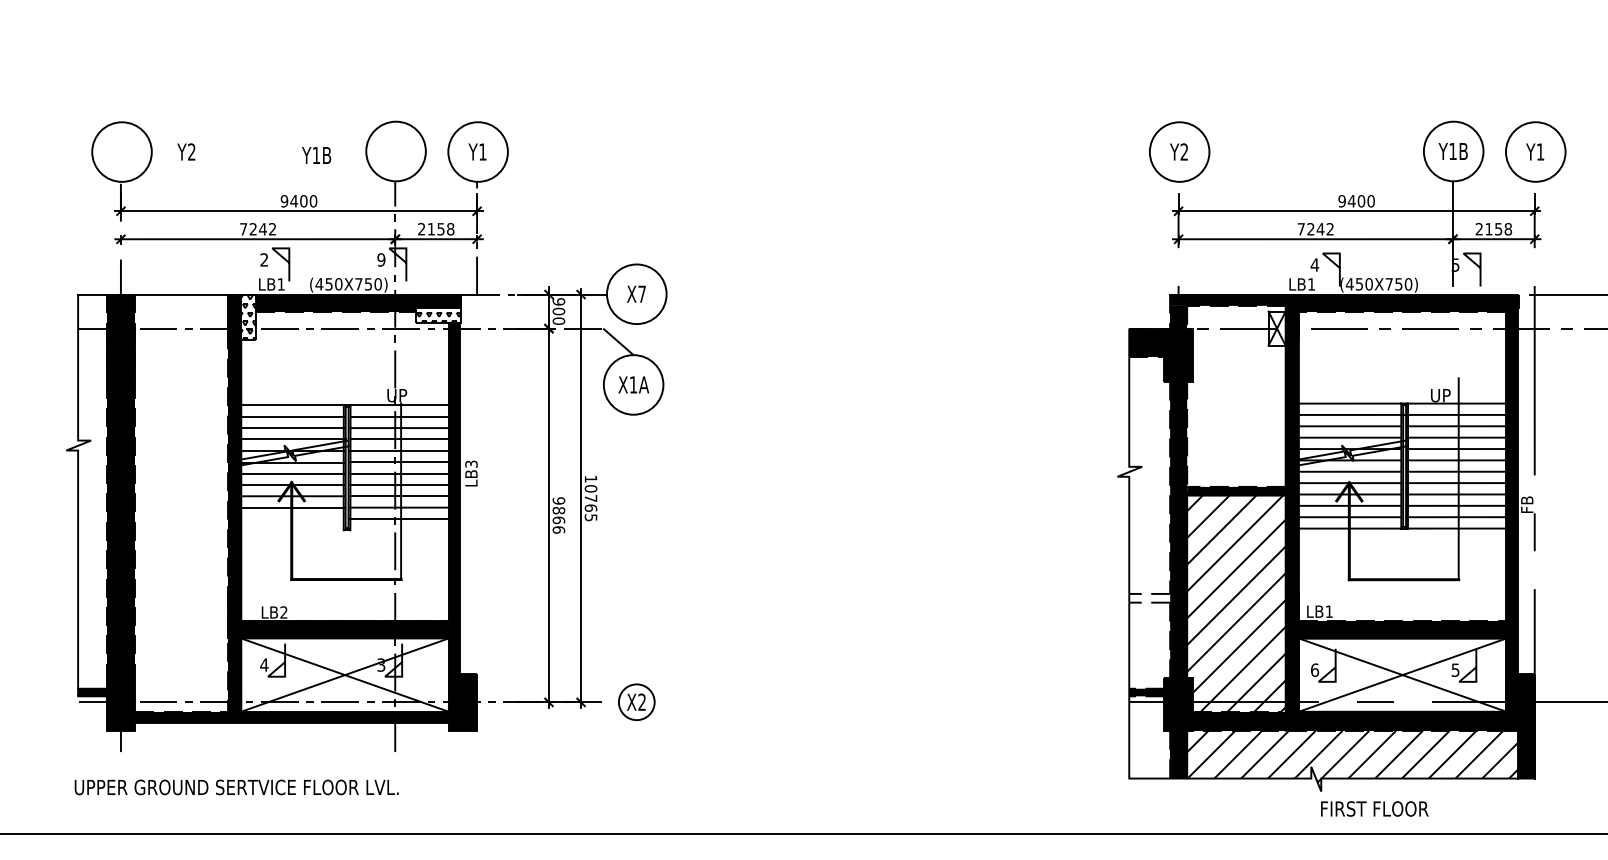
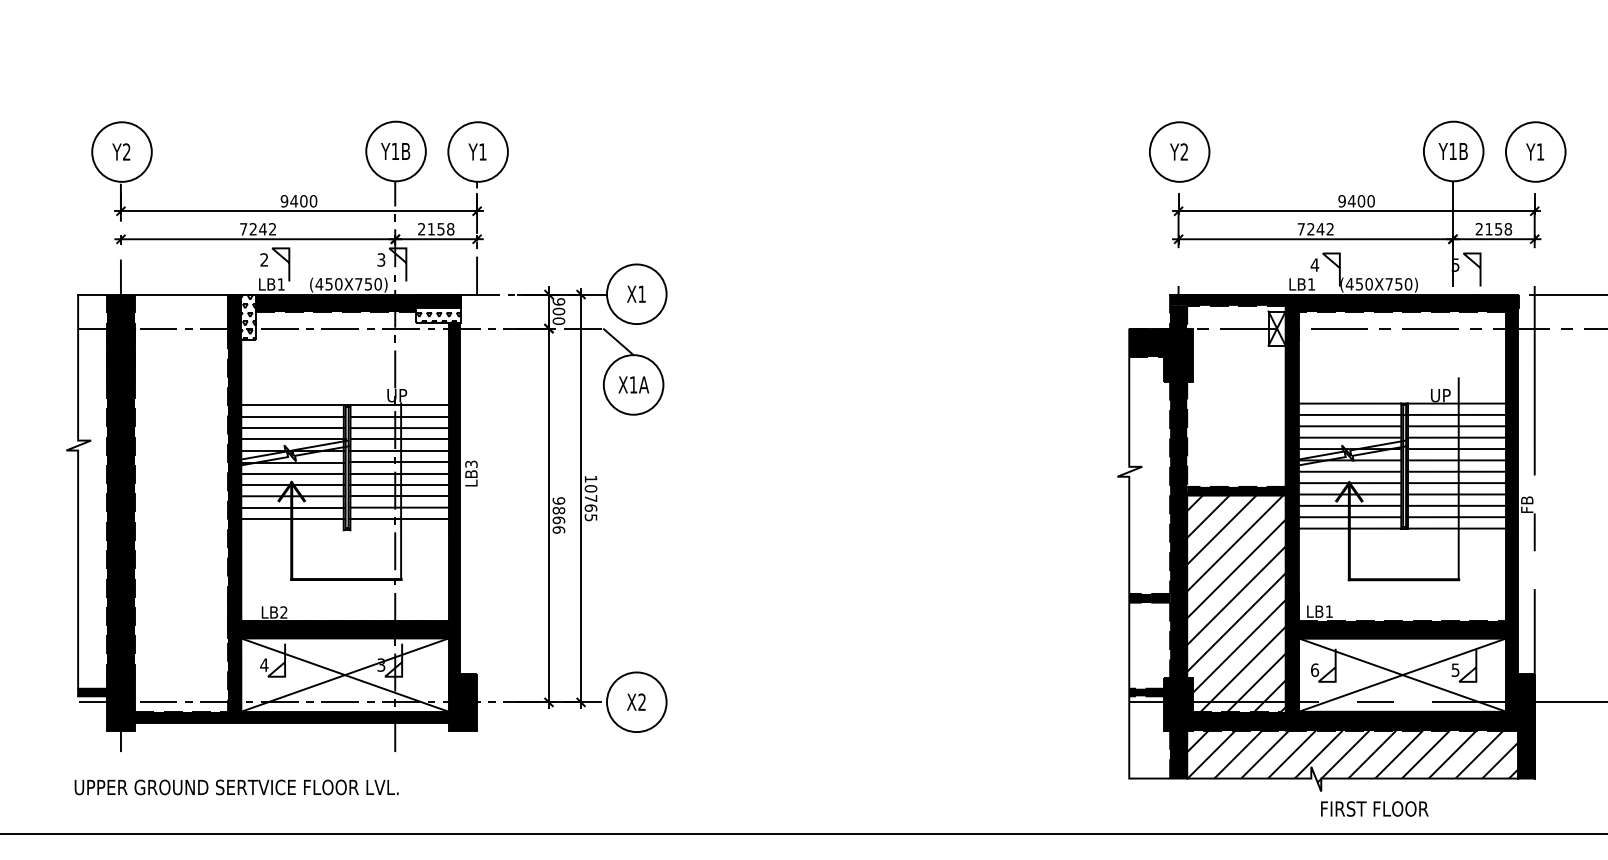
text at (186, 151) position: (186, 151) -> (121, 151)
text at (316, 155) position: (316, 155) -> (395, 151)
text at (381, 259): 9 -> 3
text at (641, 293): X7 -> X1
line at (292, 519): none -> present
fill at (1149, 597): none -> present
circle at (636, 702) diameter: 36 px -> 60 px
